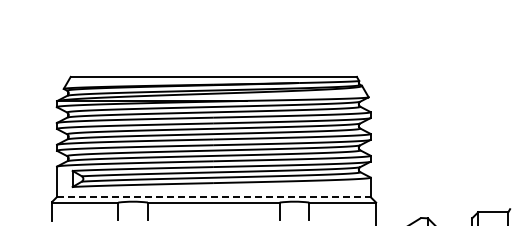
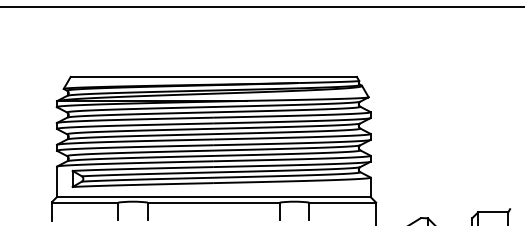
line at (261, 6): none -> present
line at (213, 197): dashed -> solid
